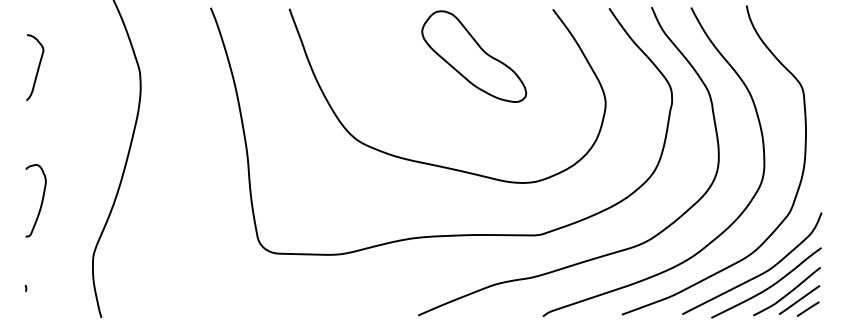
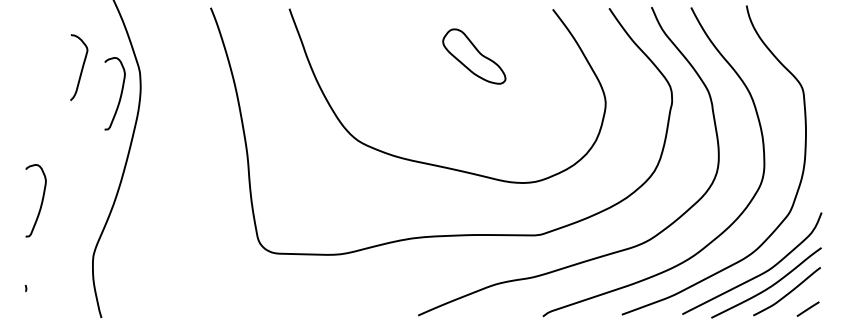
part at (474, 56) size: 107x93 px -> 65x57 px
curve at (37, 67) position: (37, 67) -> (81, 67)
curve at (120, 93): none -> present
line at (799, 299): present -> none
